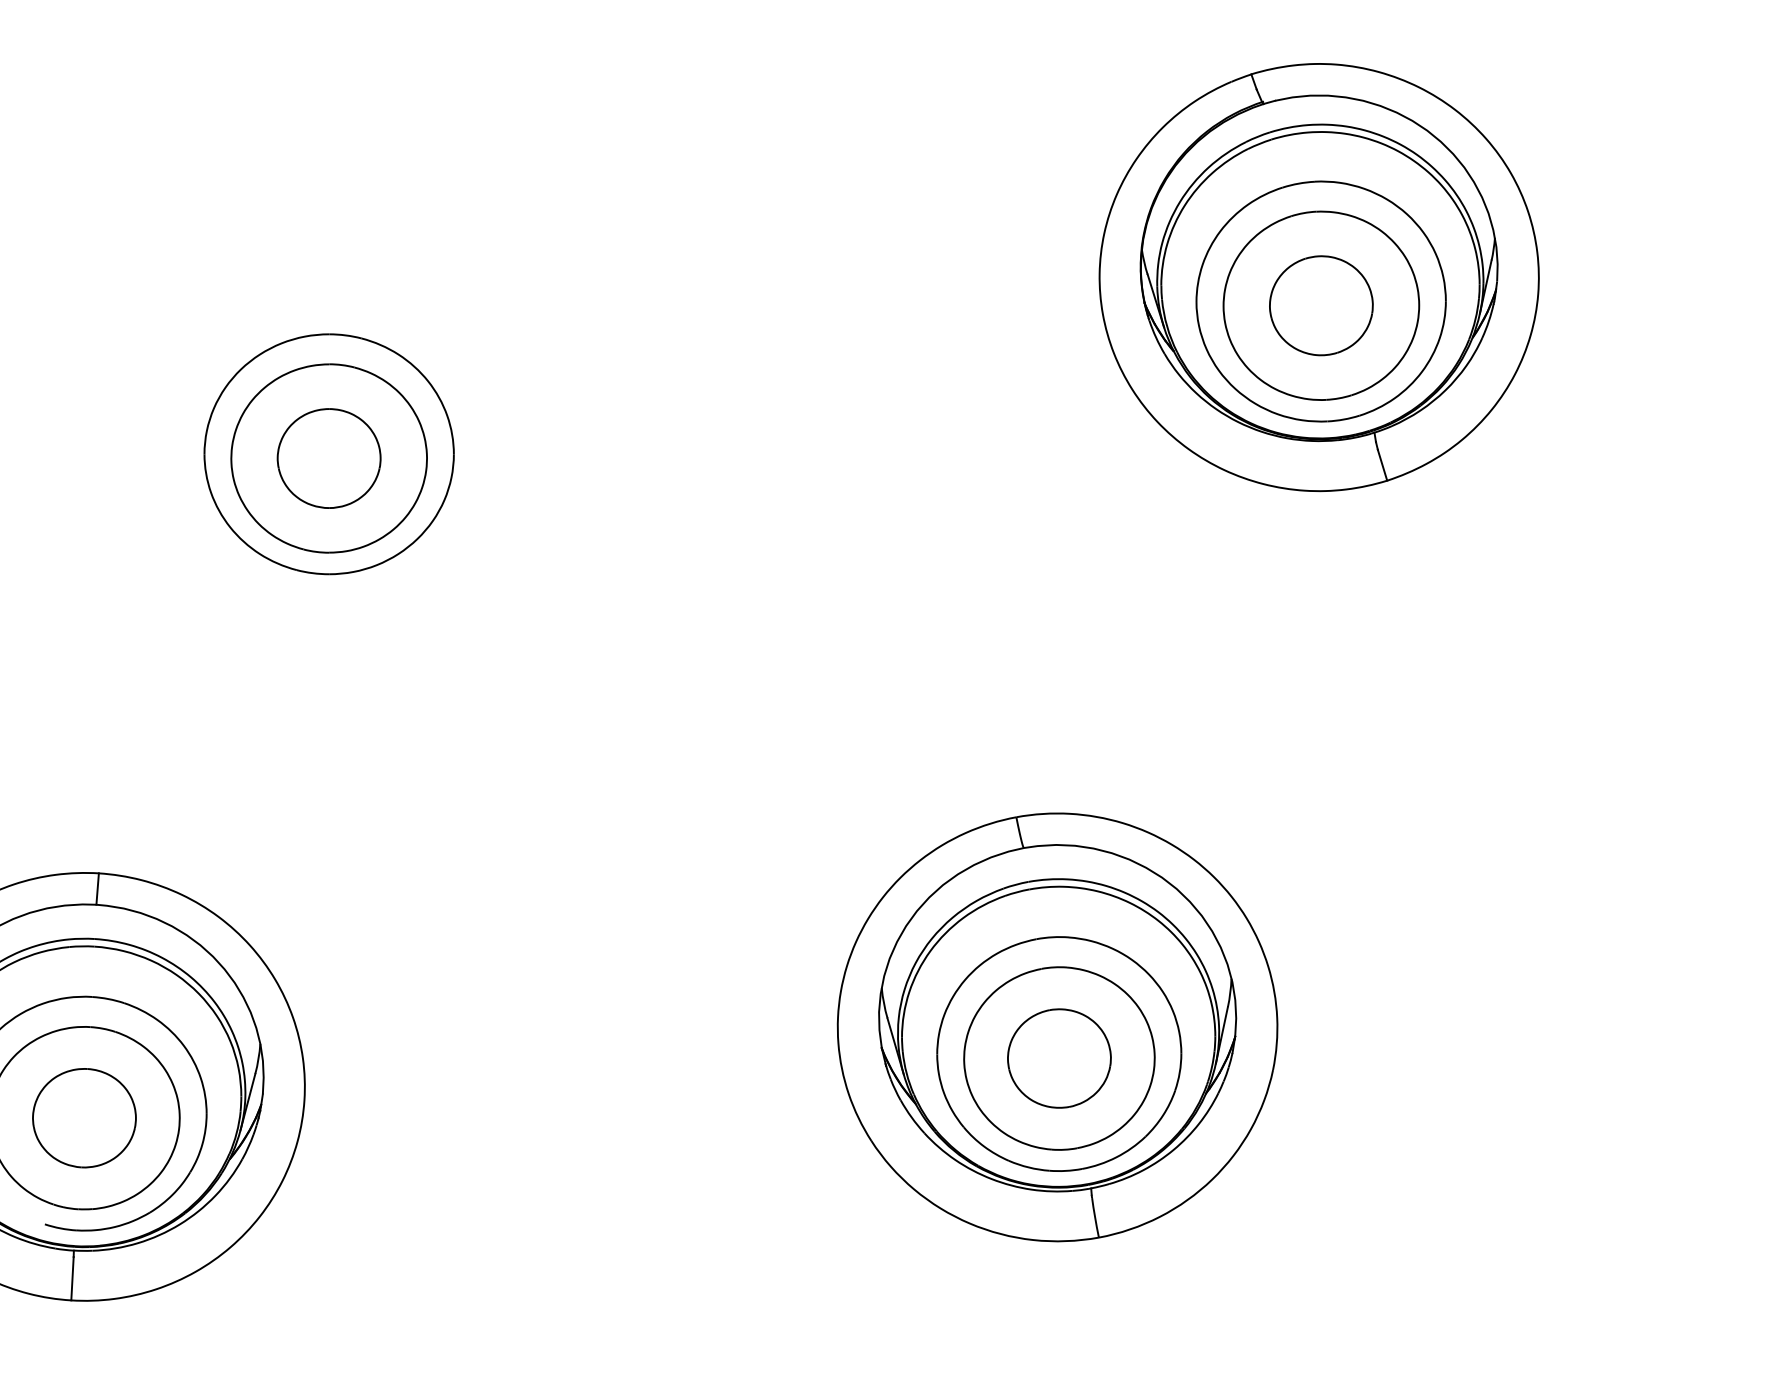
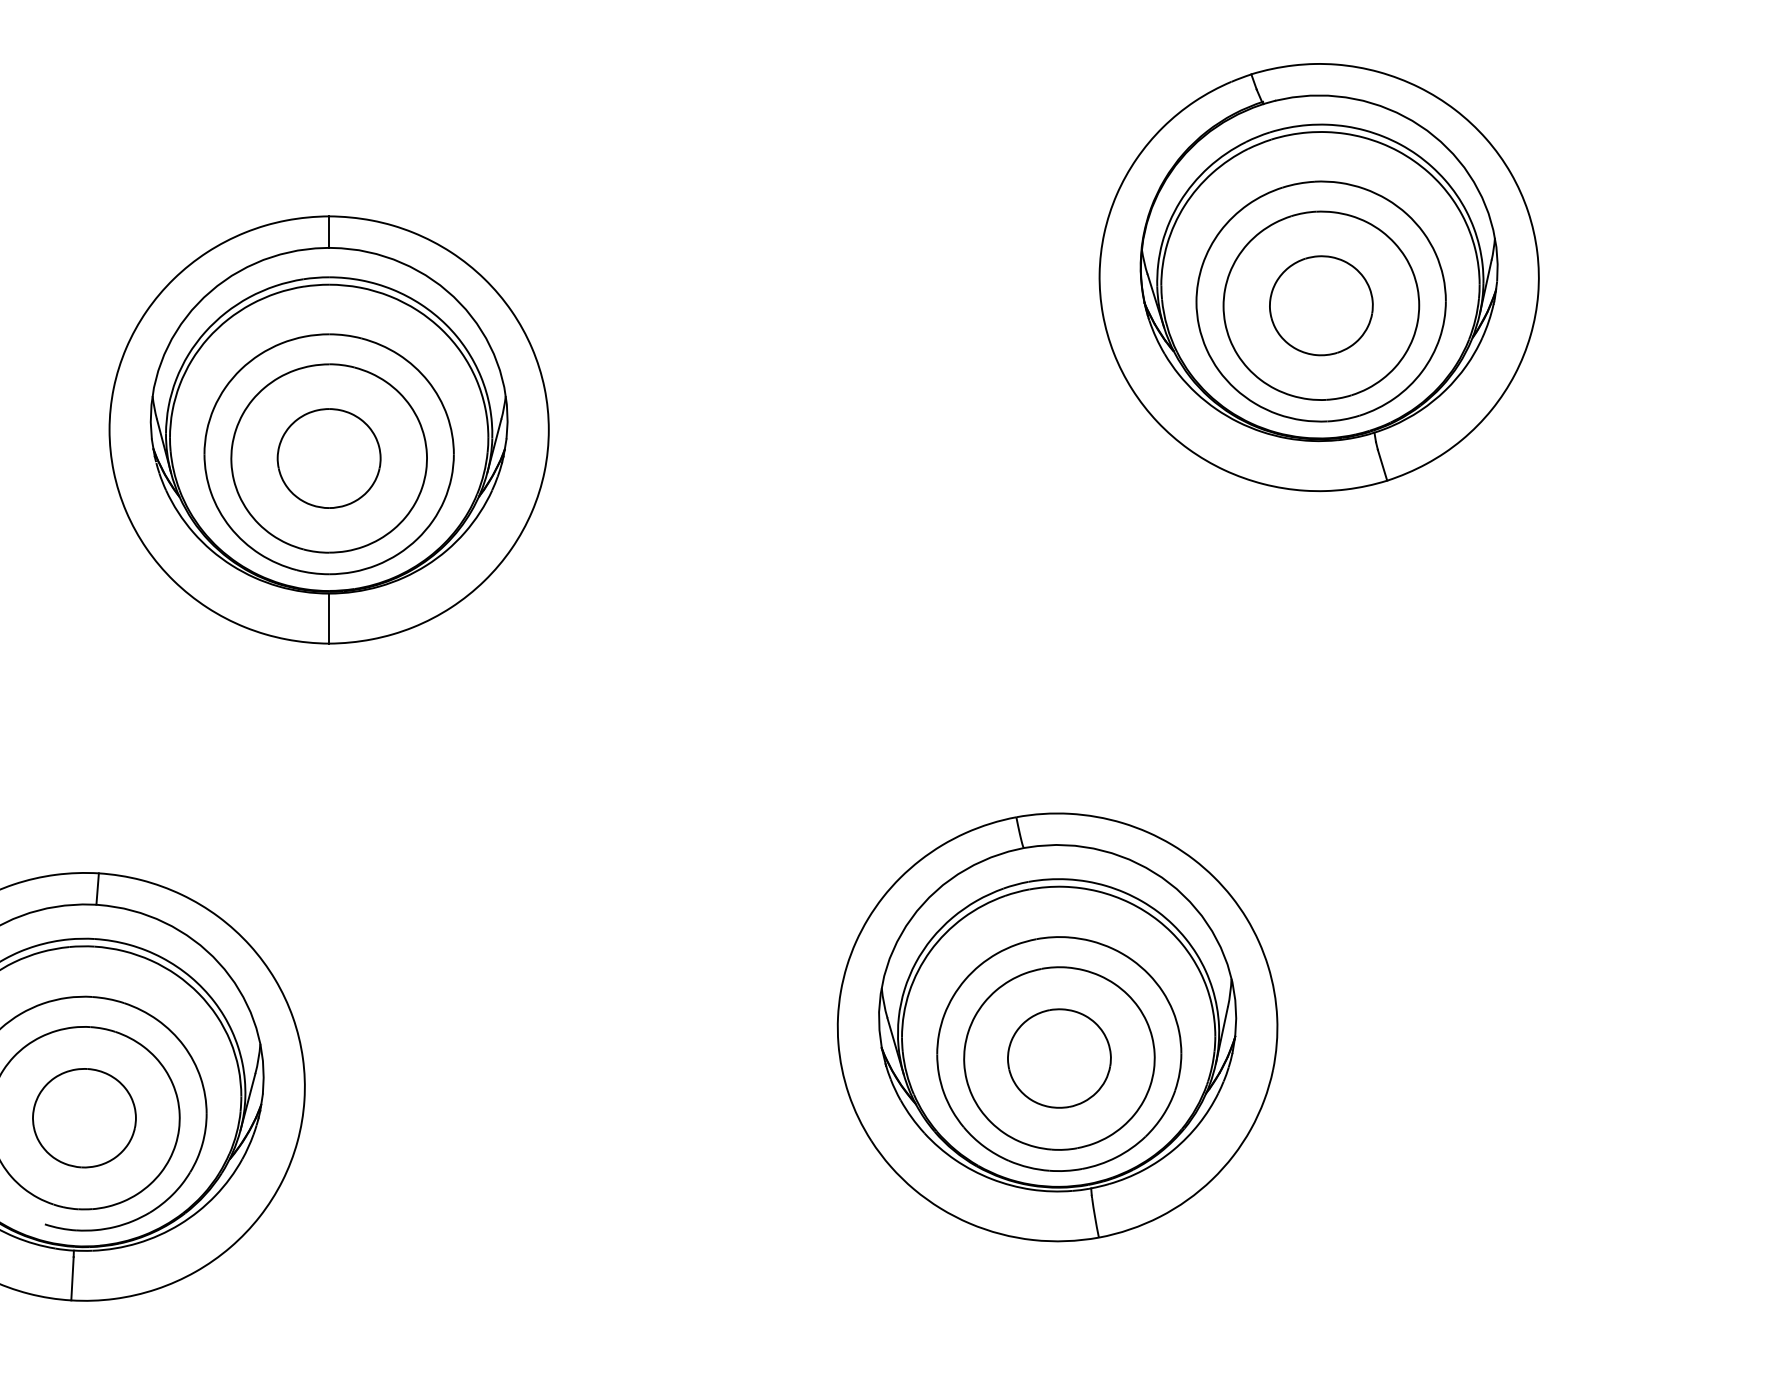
part at (328, 429): none -> present
